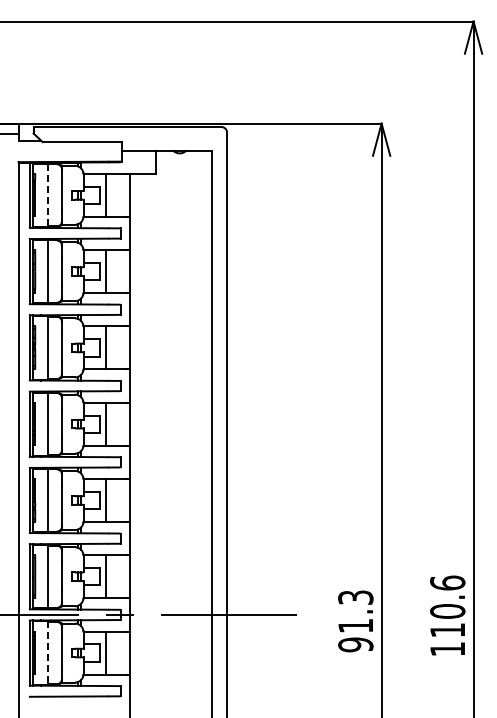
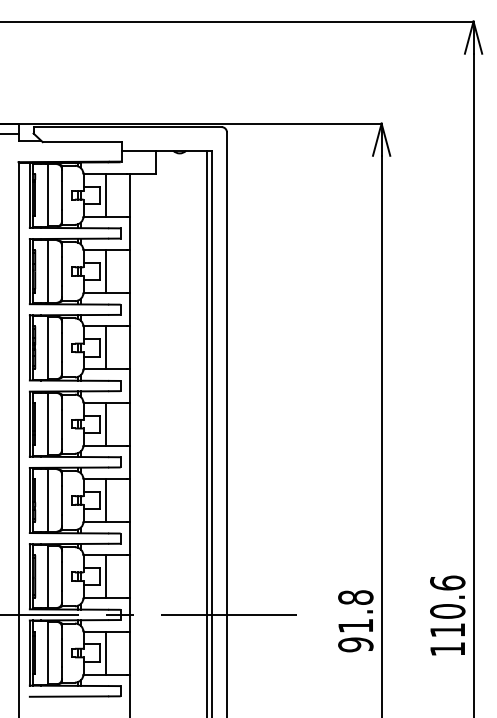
line at (48, 195): dashed -> solid
line at (206, 432): none -> present
text at (355, 597): 91.3 -> 91.8
line at (48, 653): dashed -> solid
